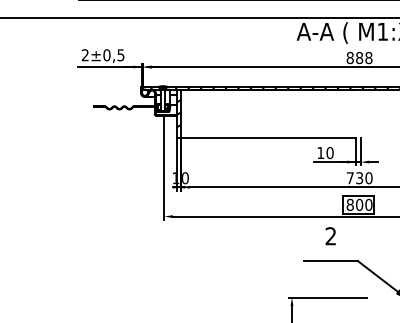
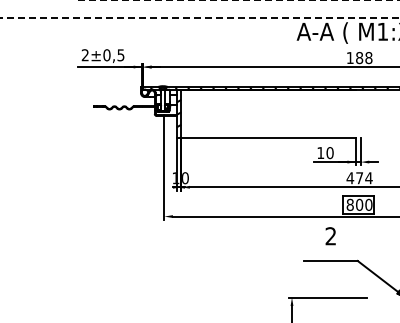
line at (239, 0): solid -> dashed
line at (200, 17): solid -> dashed
text at (349, 57): 888 -> 188
text at (359, 178): 730 -> 474
